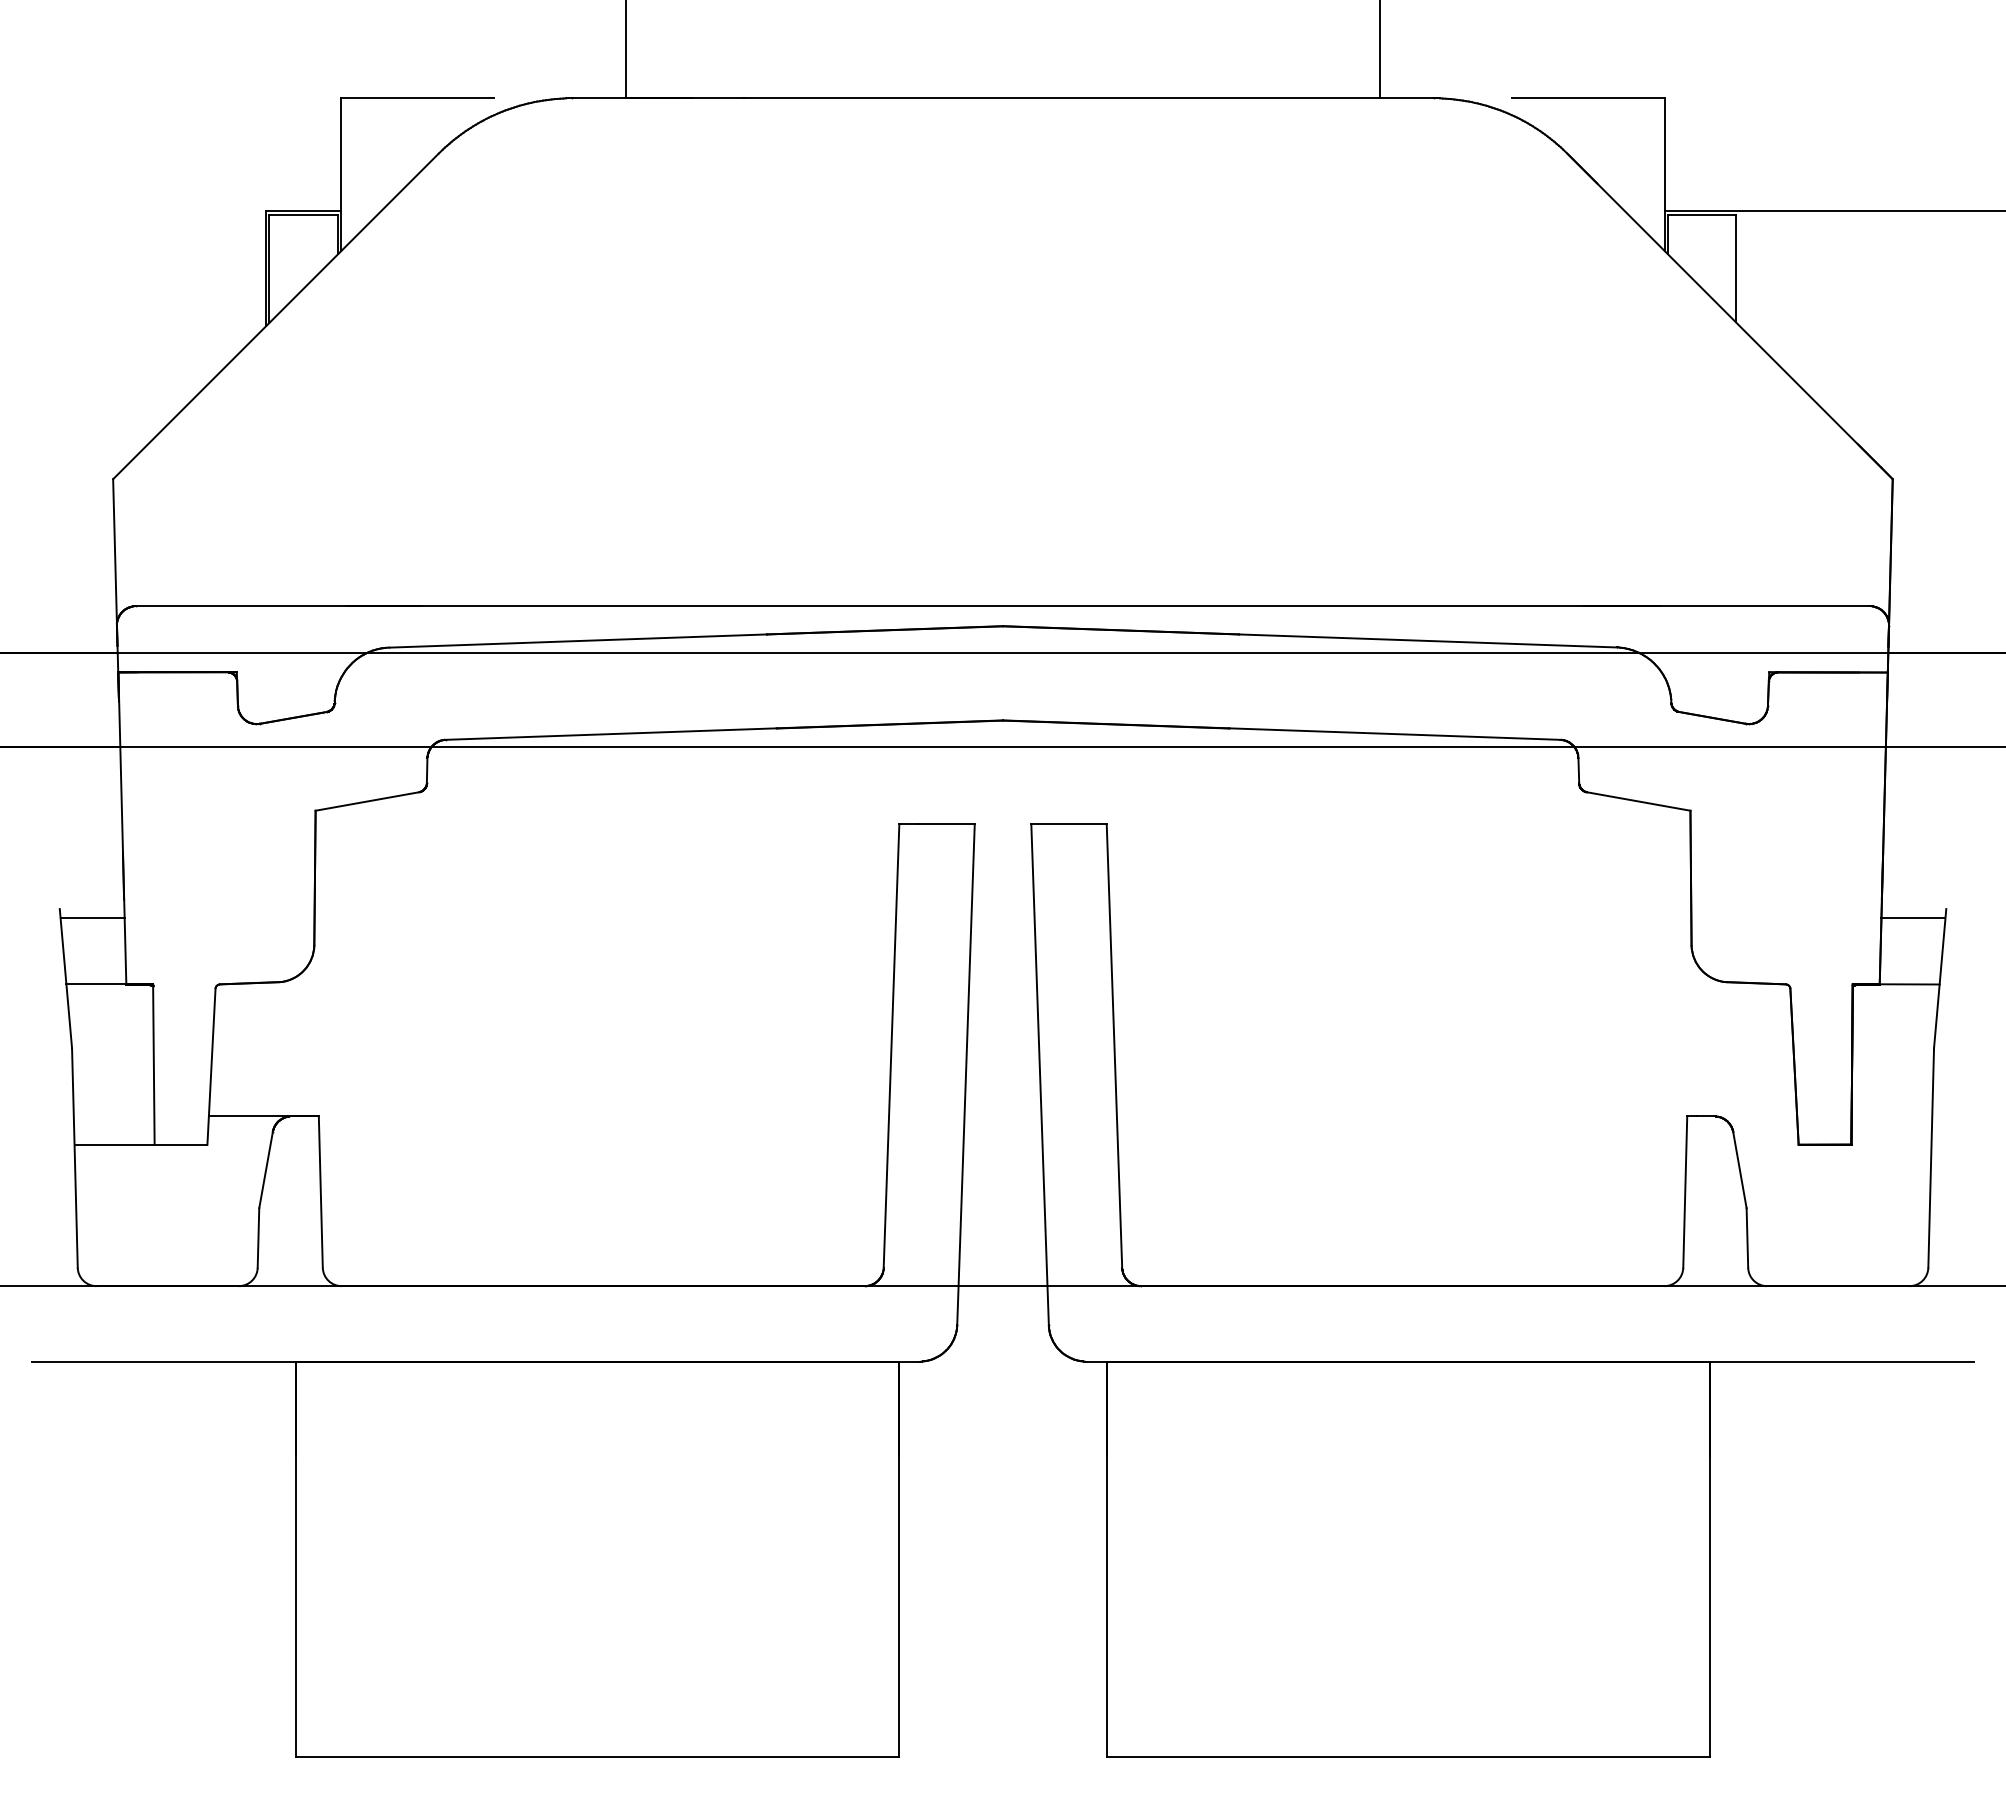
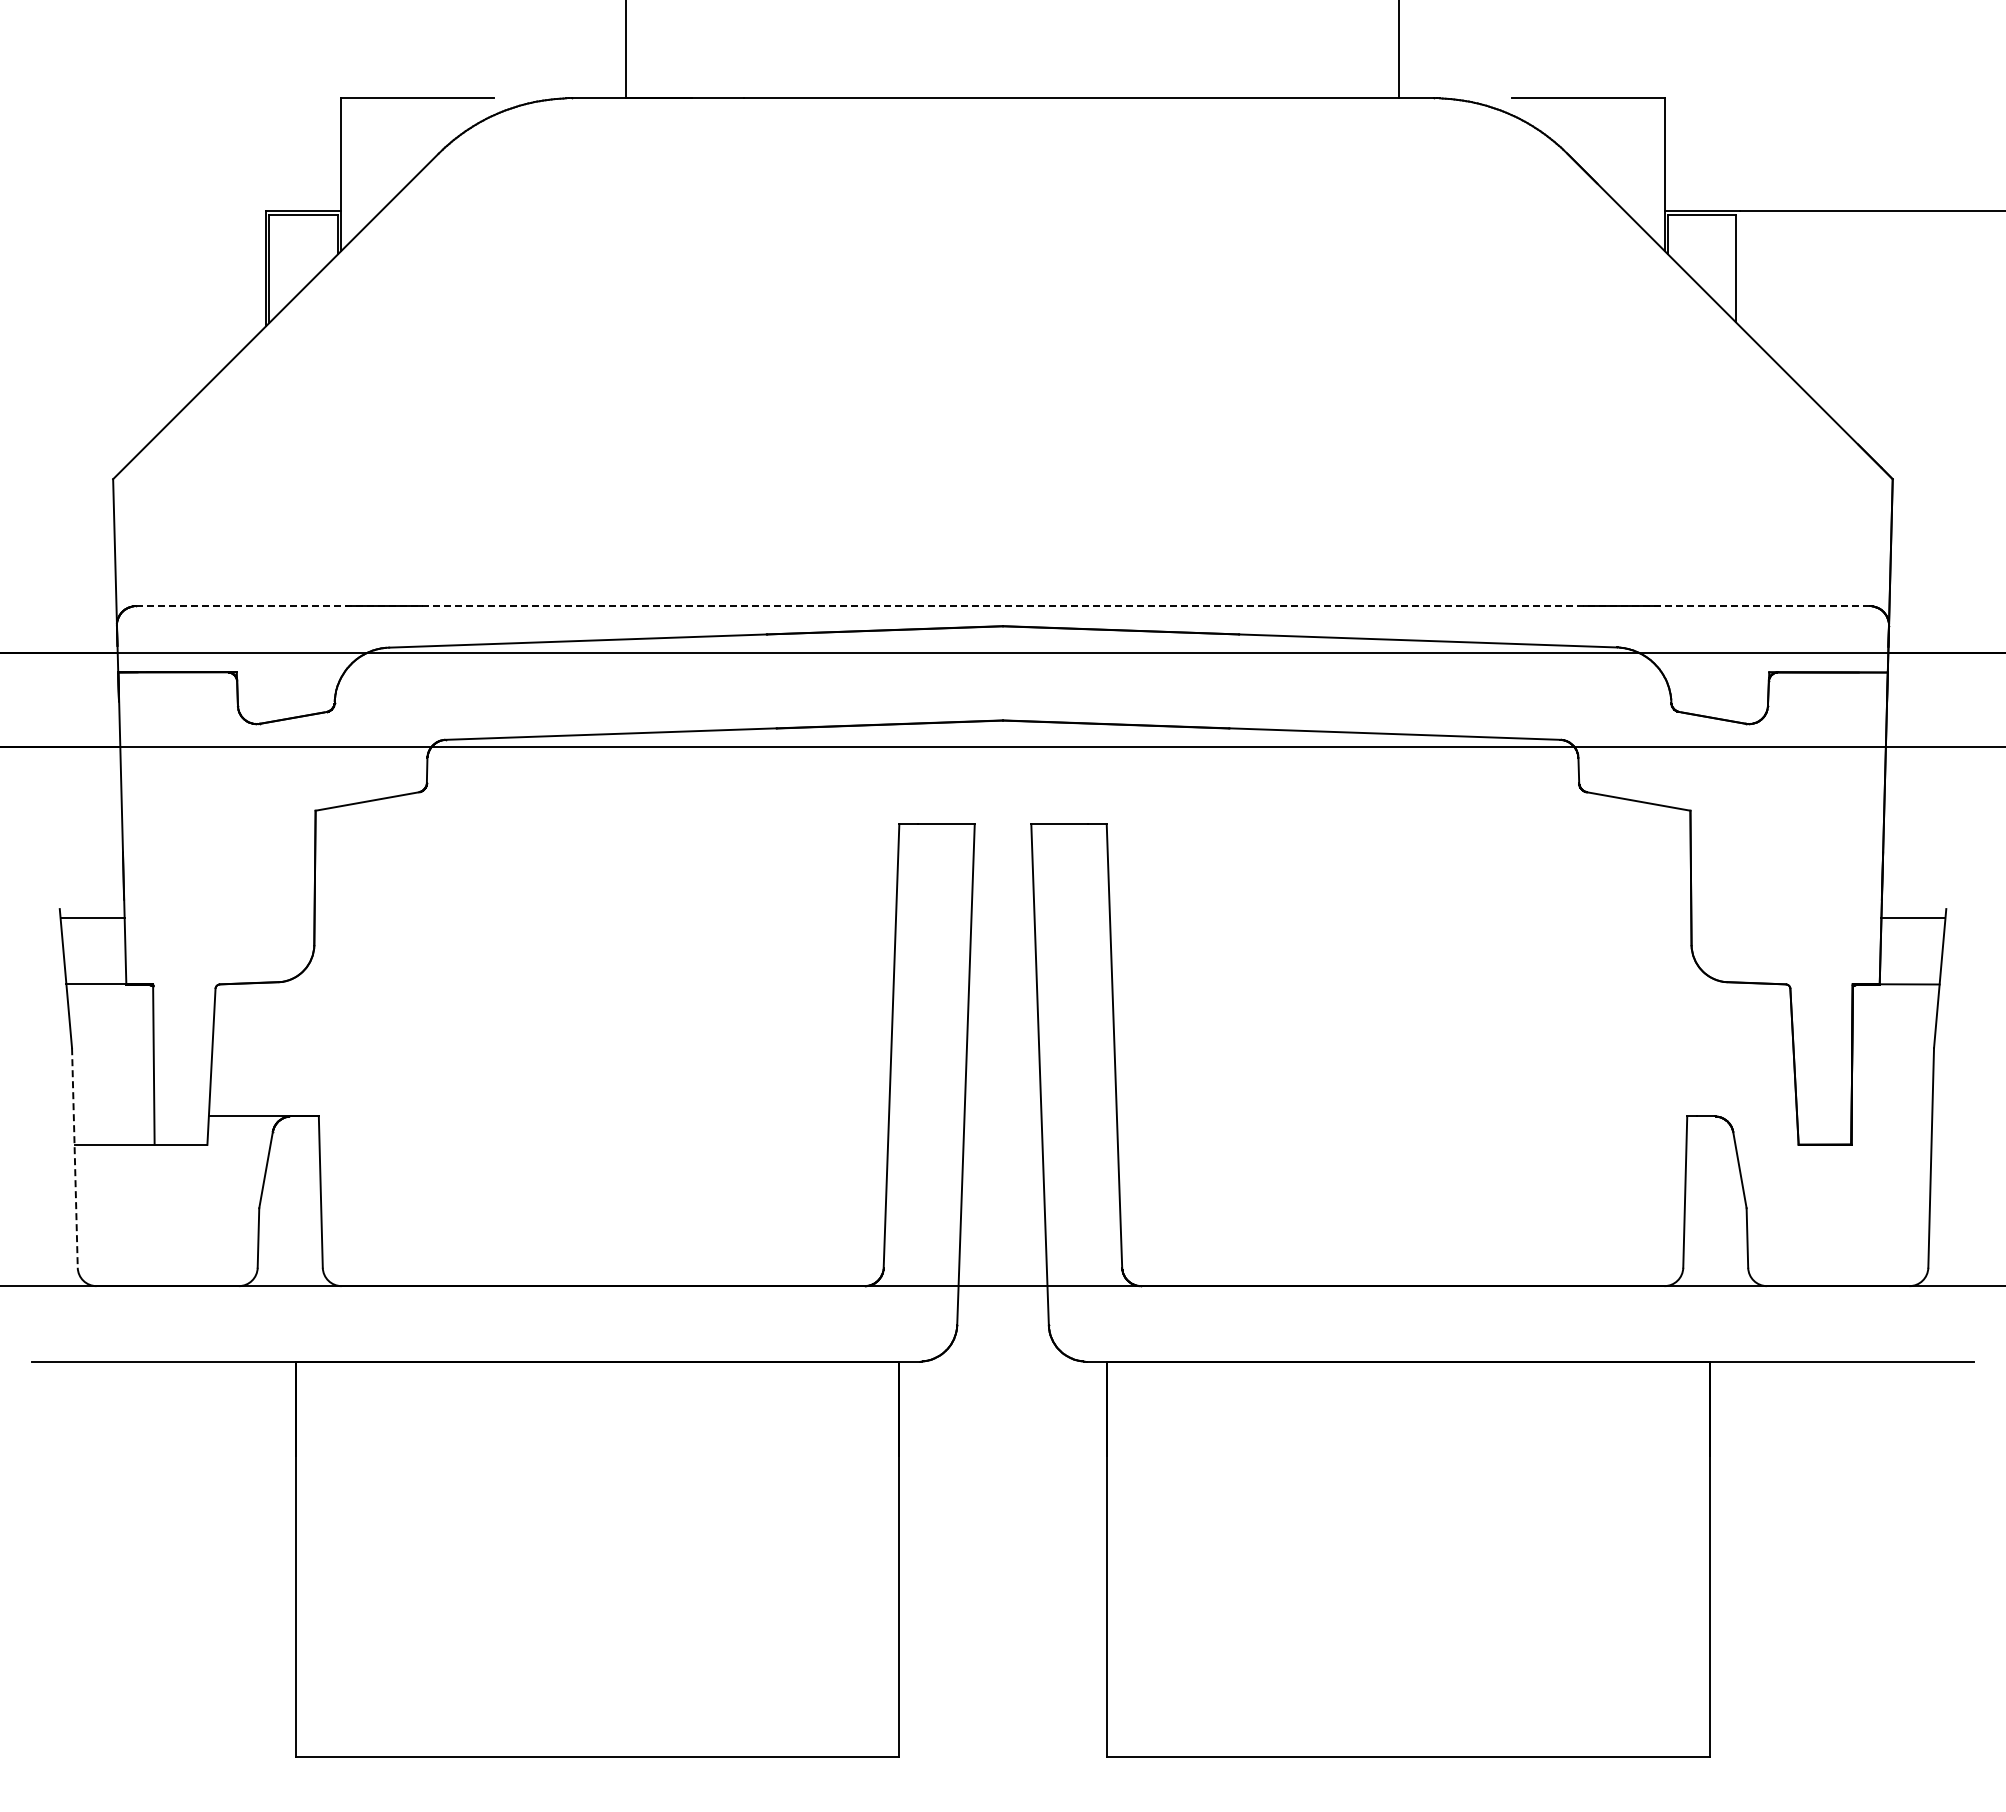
line at (1380, 50) position: (1380, 50) -> (1399, 50)
line at (1002, 606): solid -> dashed
line at (74, 1158): solid -> dashed
